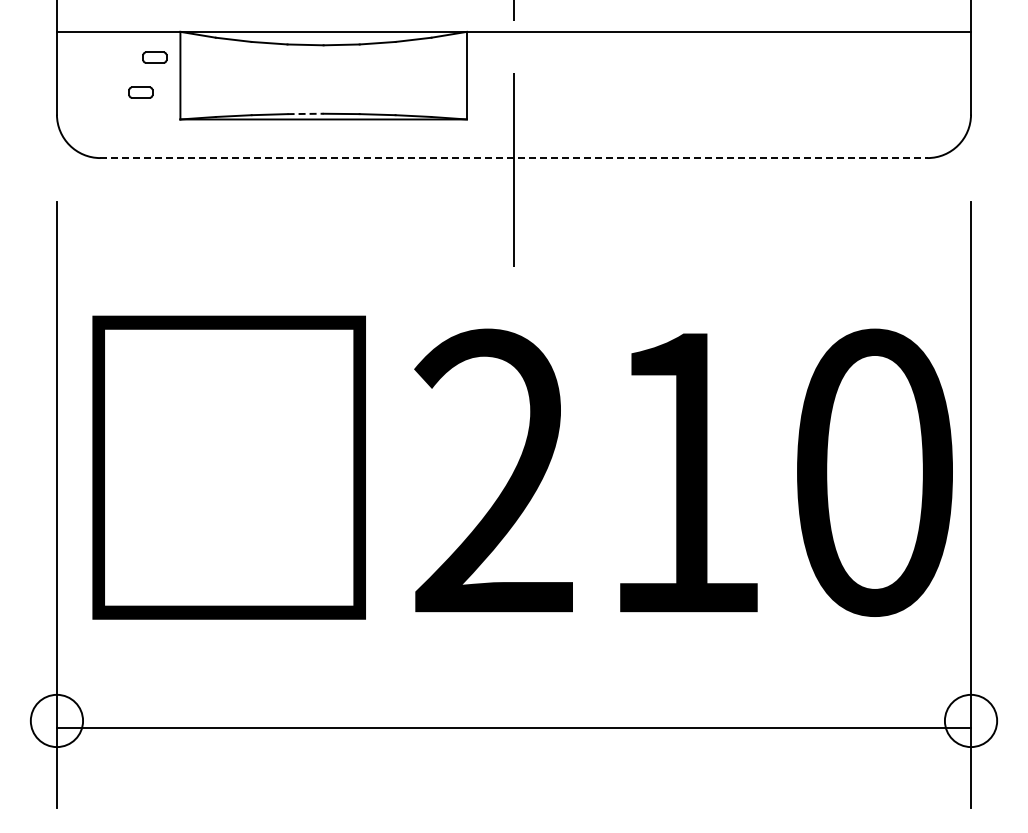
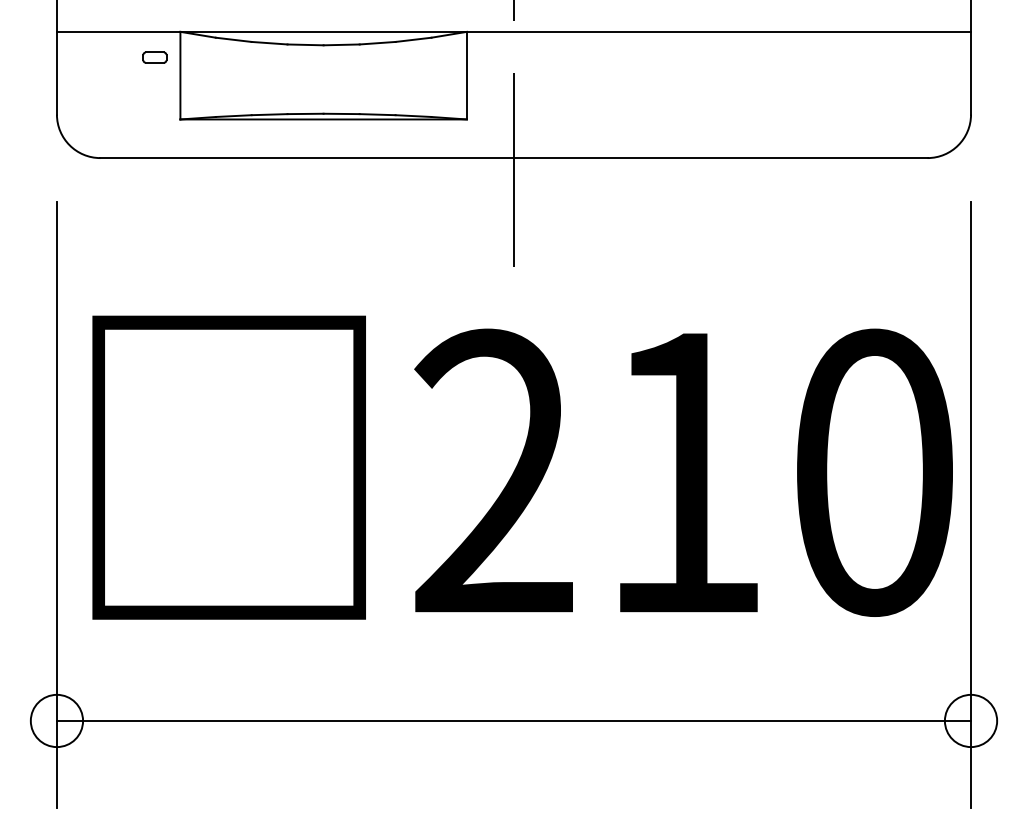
part at (140, 92): present -> none
line at (306, 113): dashed -> solid
line at (514, 158): dashed -> solid
line at (513, 727) position: (513, 727) -> (513, 720)
